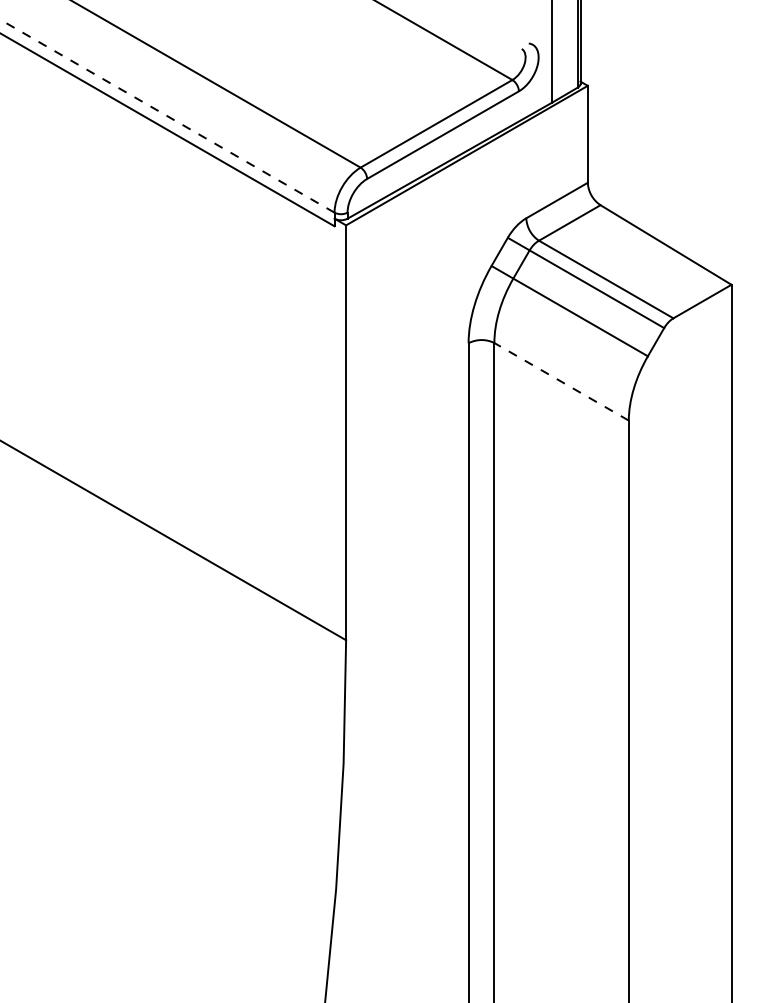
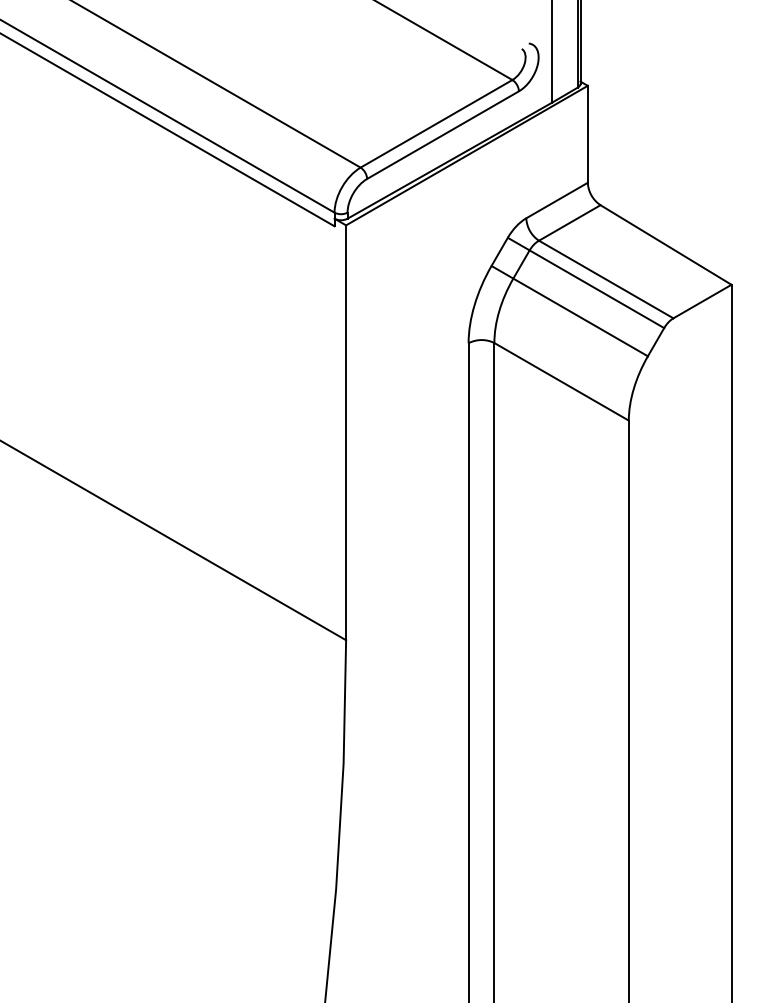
line at (167, 116): dashed -> solid
line at (561, 381): dashed -> solid
